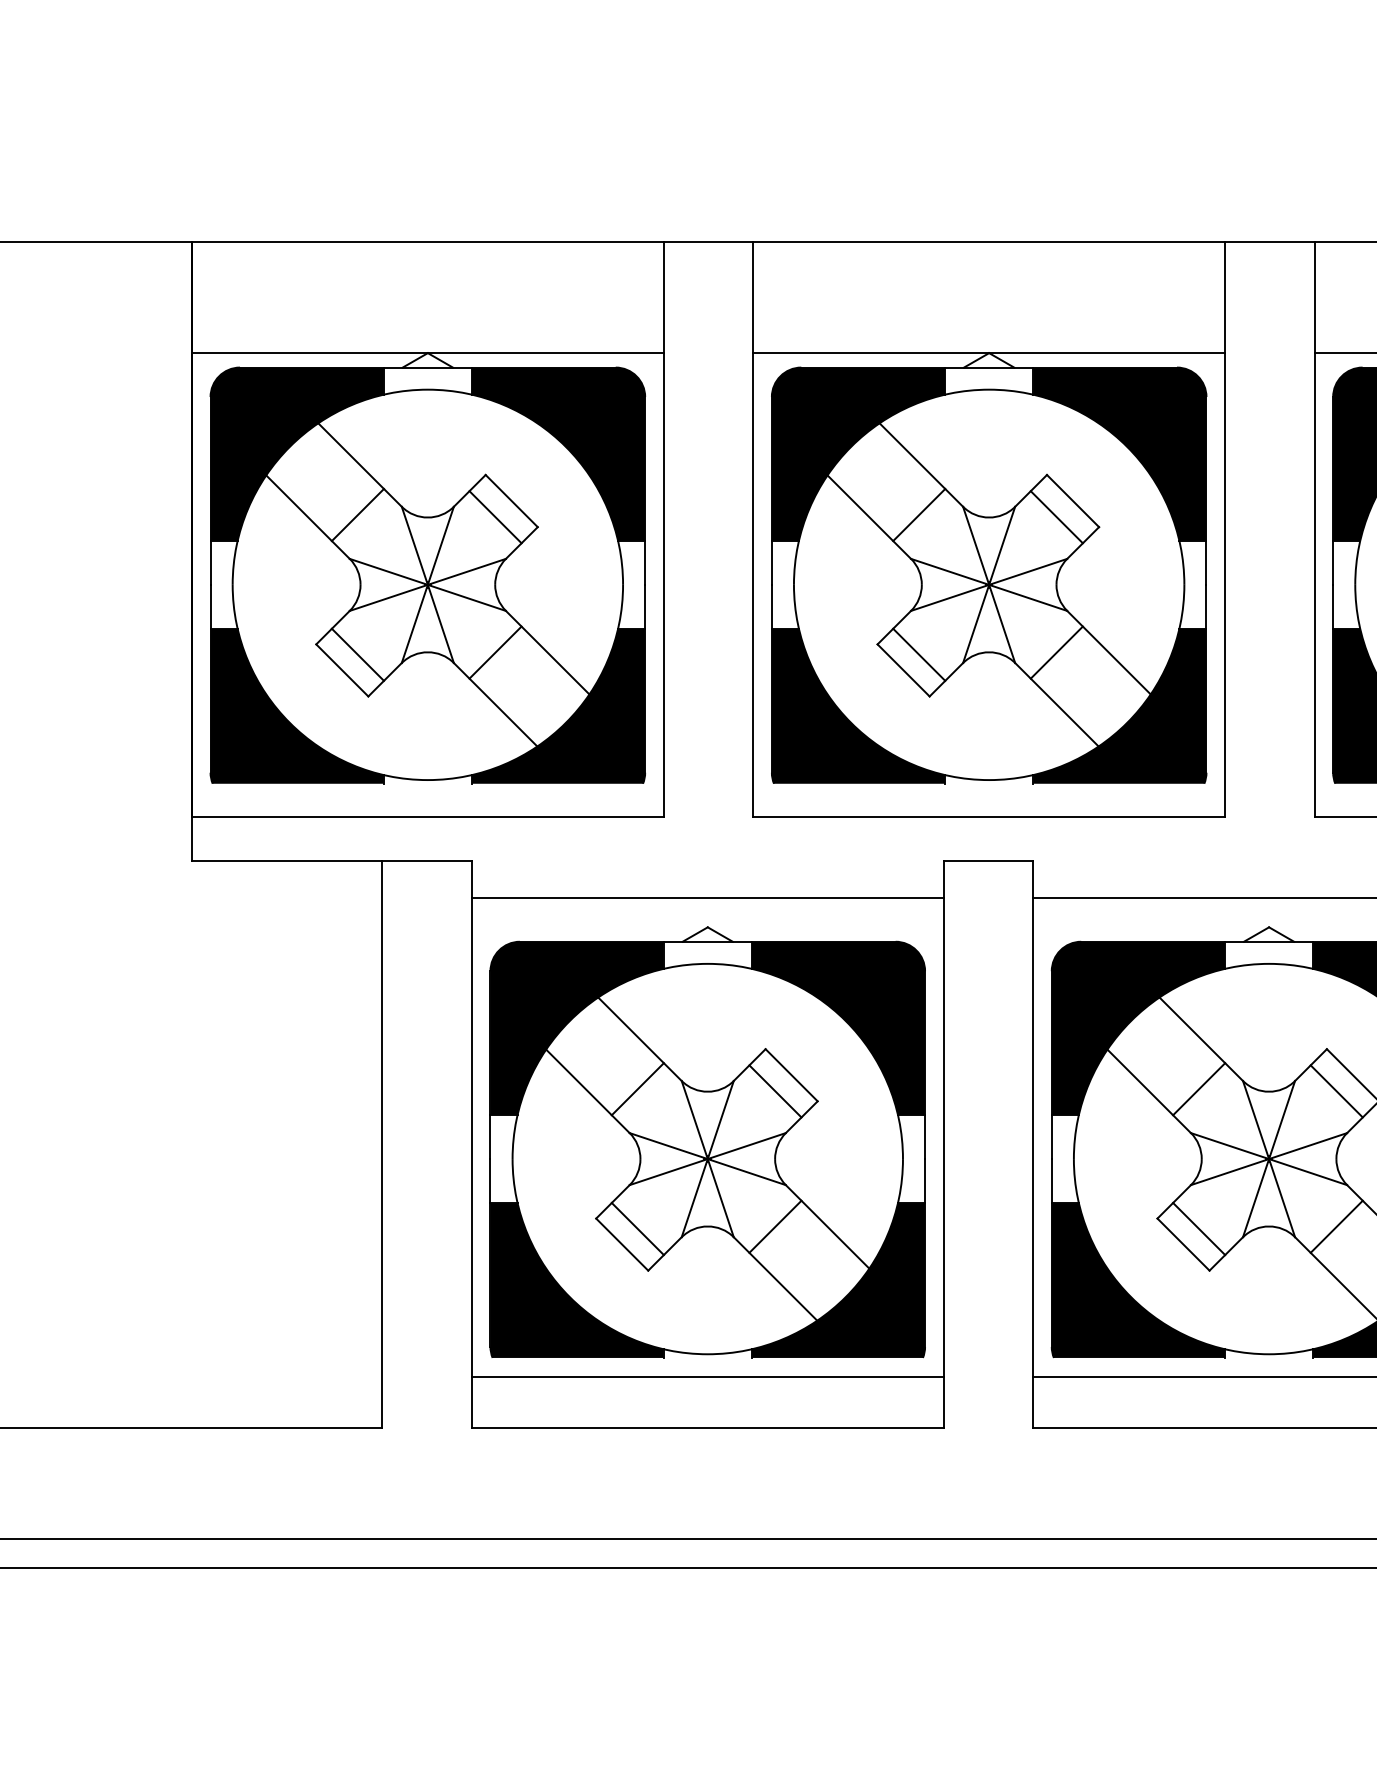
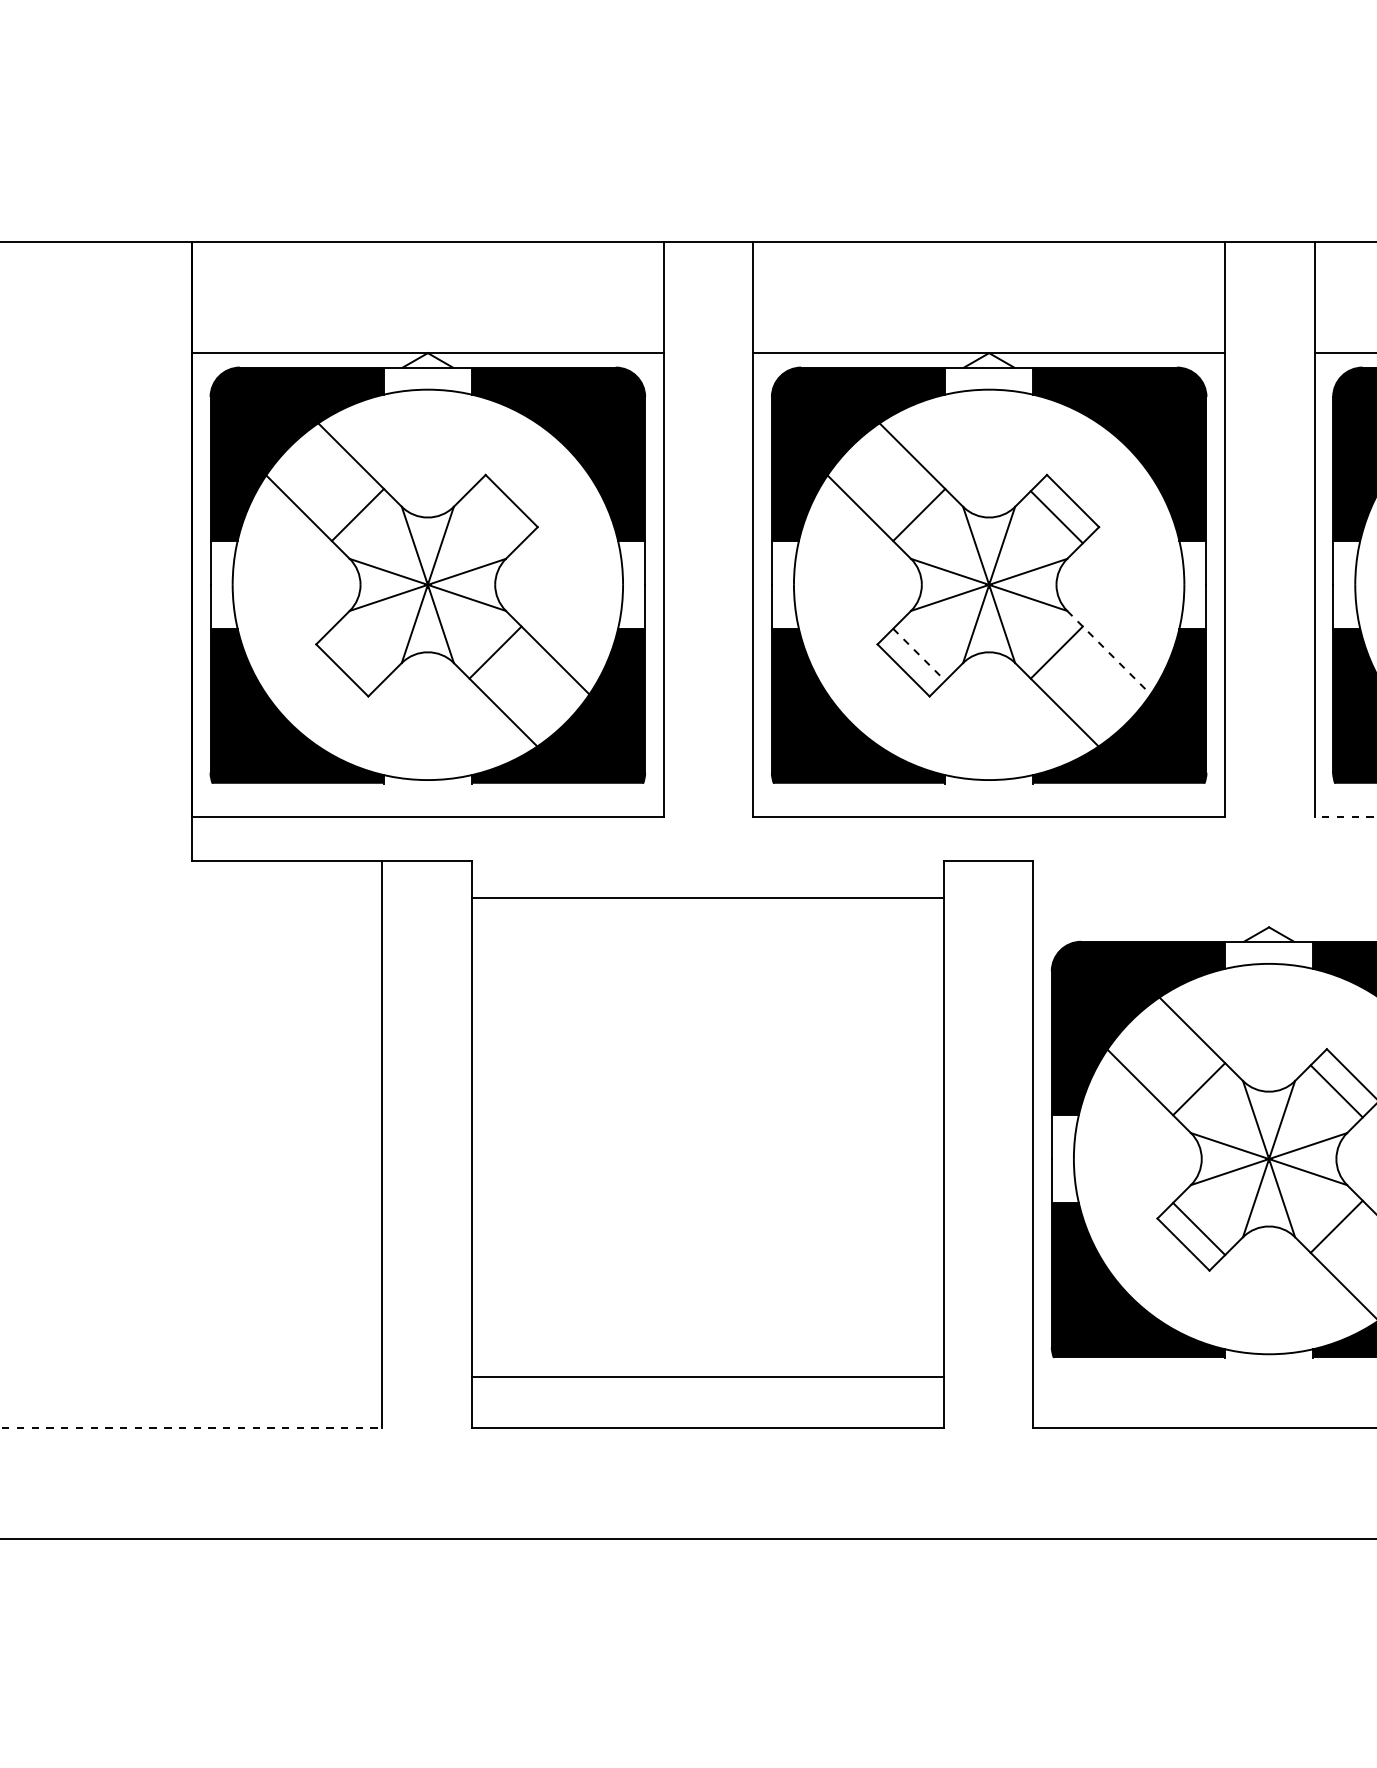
line at (495, 517): present -> none
line at (1109, 653): solid -> dashed
line at (357, 654): present -> none
line at (919, 654): solid -> dashed
line at (1345, 816): solid -> dashed
line at (1203, 897): present -> none
part at (707, 1142): present -> none
line at (1203, 1376): present -> none
line at (191, 1428): solid -> dashed
line at (687, 1568): present -> none
